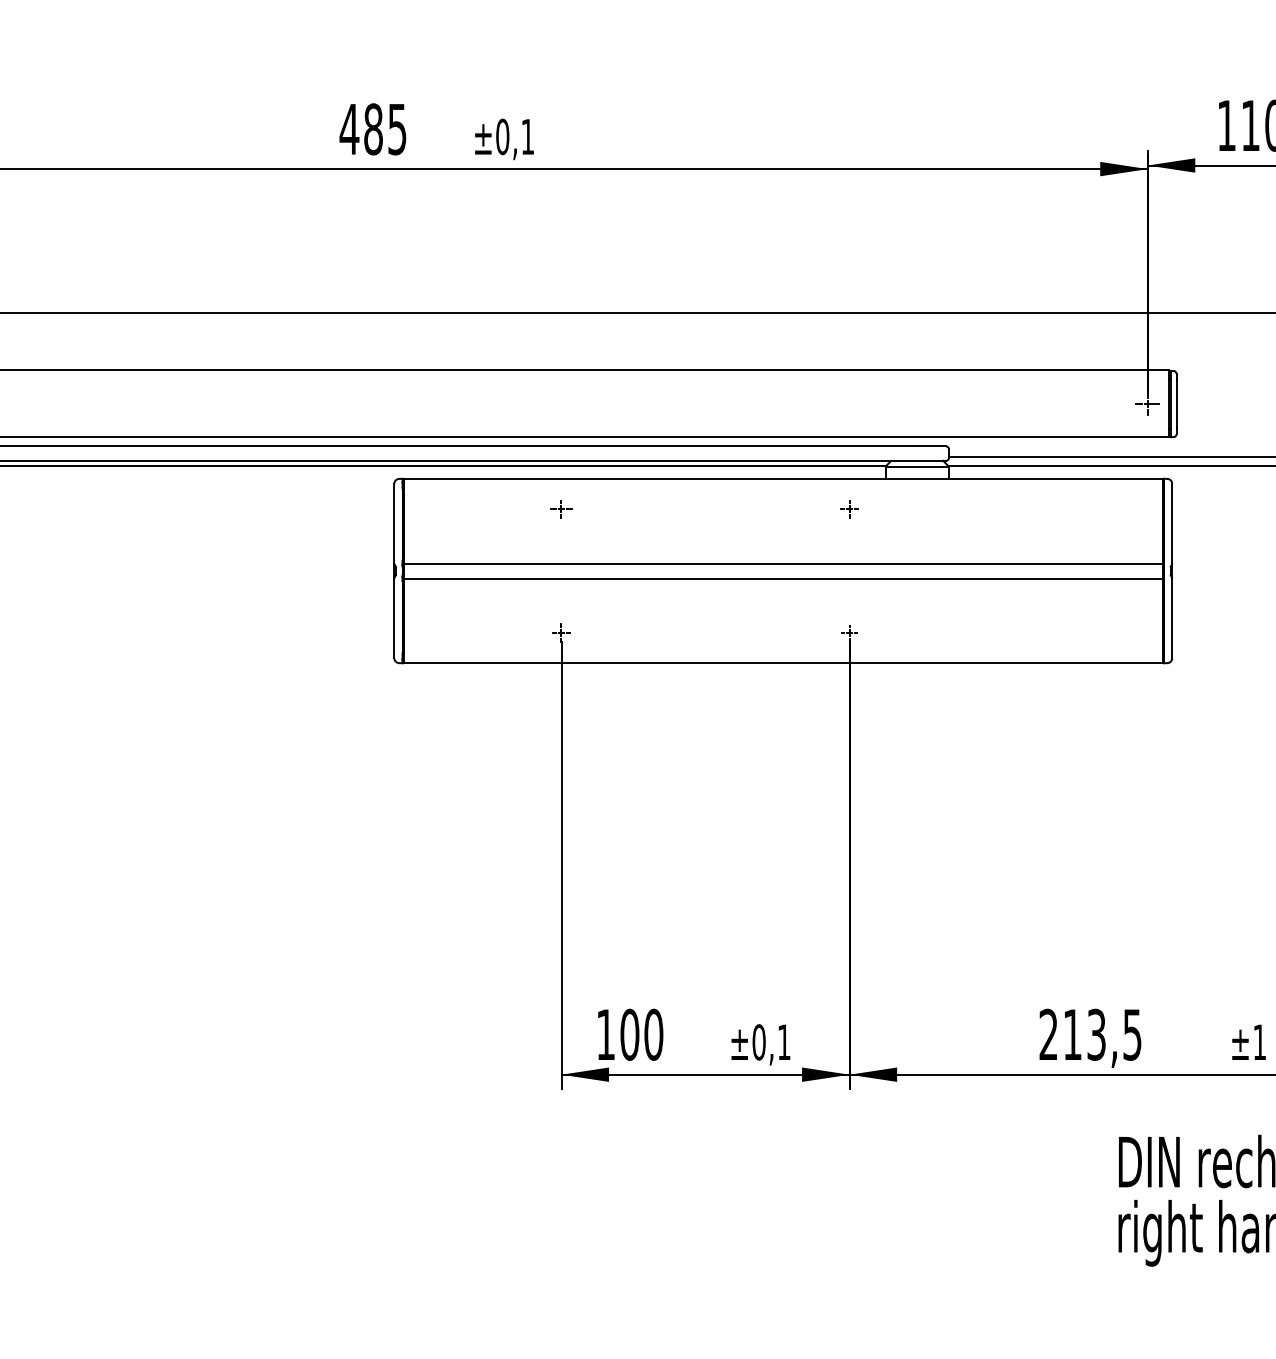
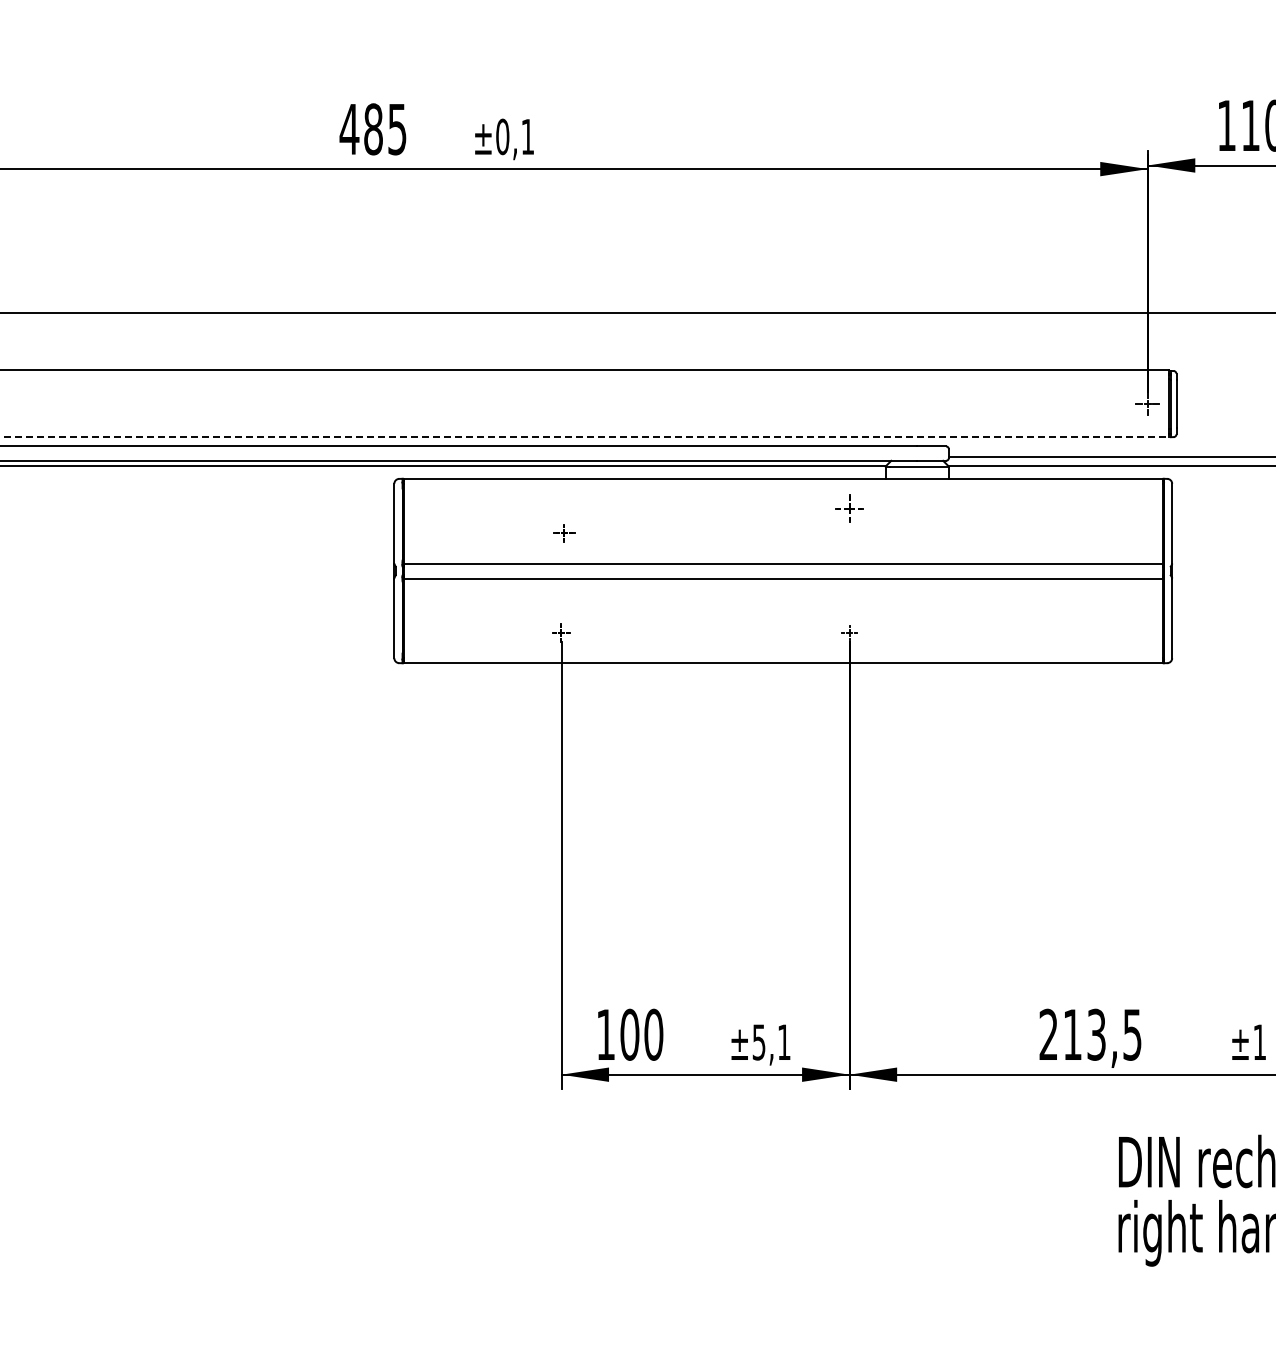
line at (585, 437): solid -> dashed
part at (561, 509) position: (561, 509) -> (564, 533)
part at (849, 509) size: 19x19 px -> 29x29 px
text at (758, 1042): ±0,1 -> ±5,1
